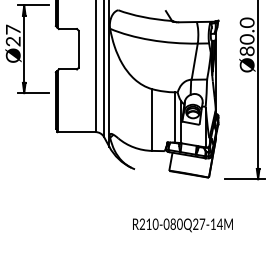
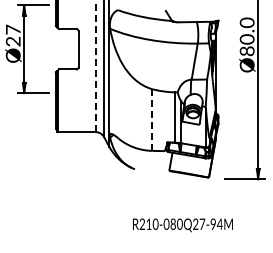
line at (95, 66): solid -> dashed
line at (152, 120): solid -> dashed
text at (212, 223): R210-080Q27-14M -> R210-080Q27-94M
